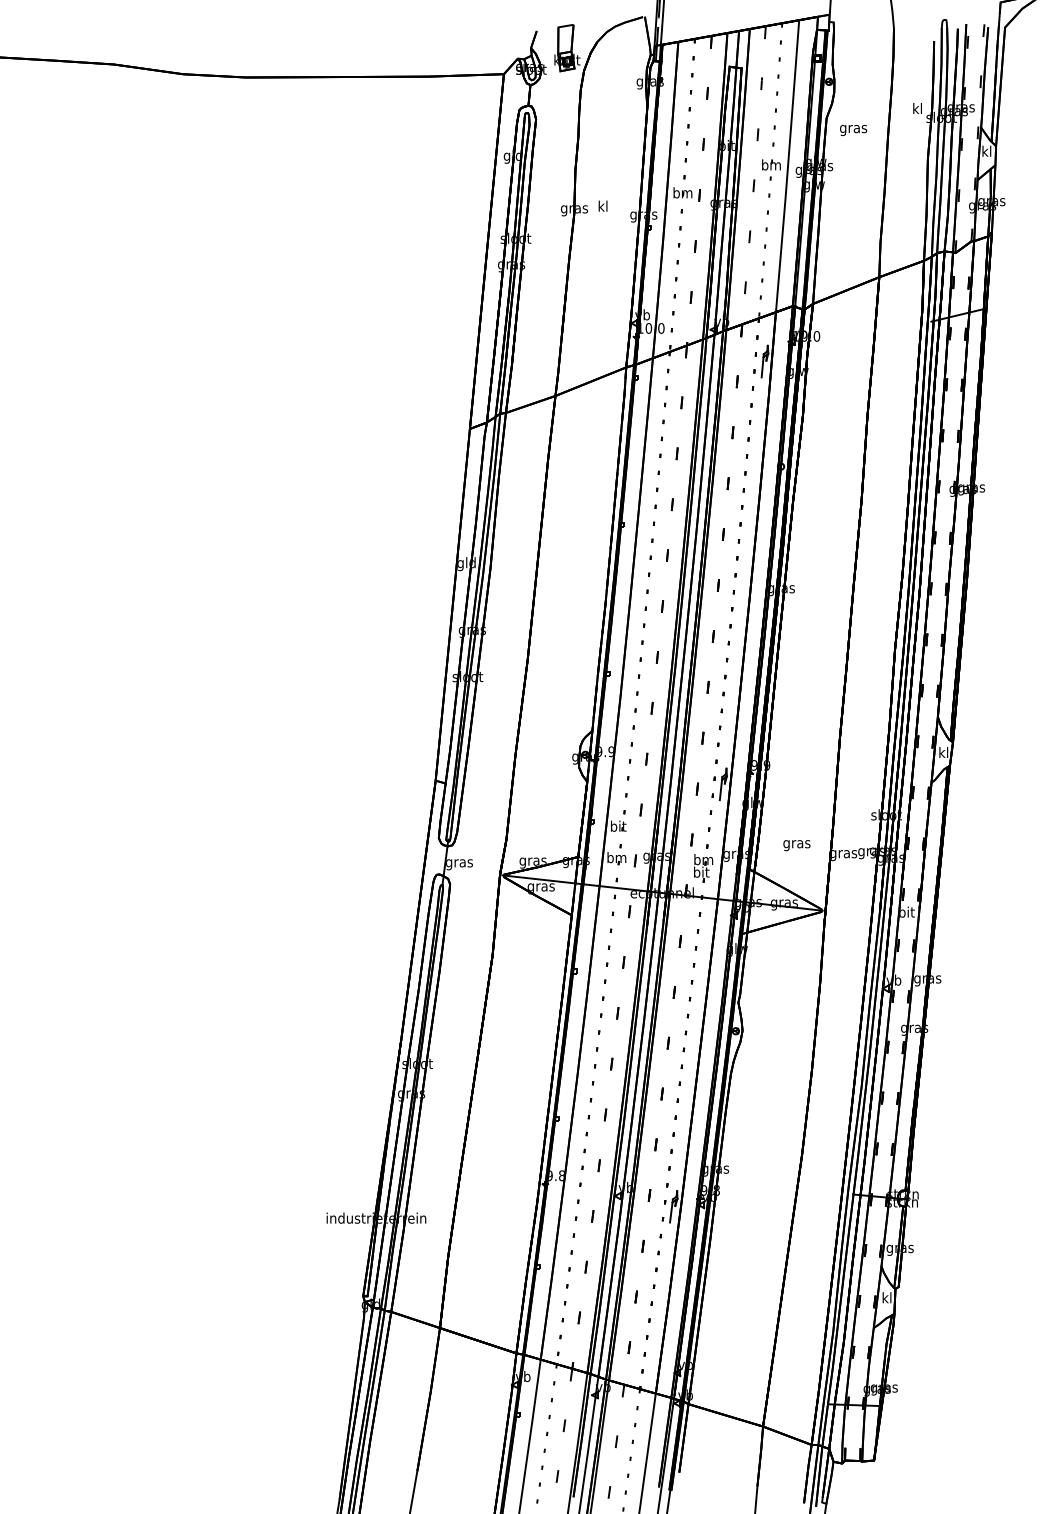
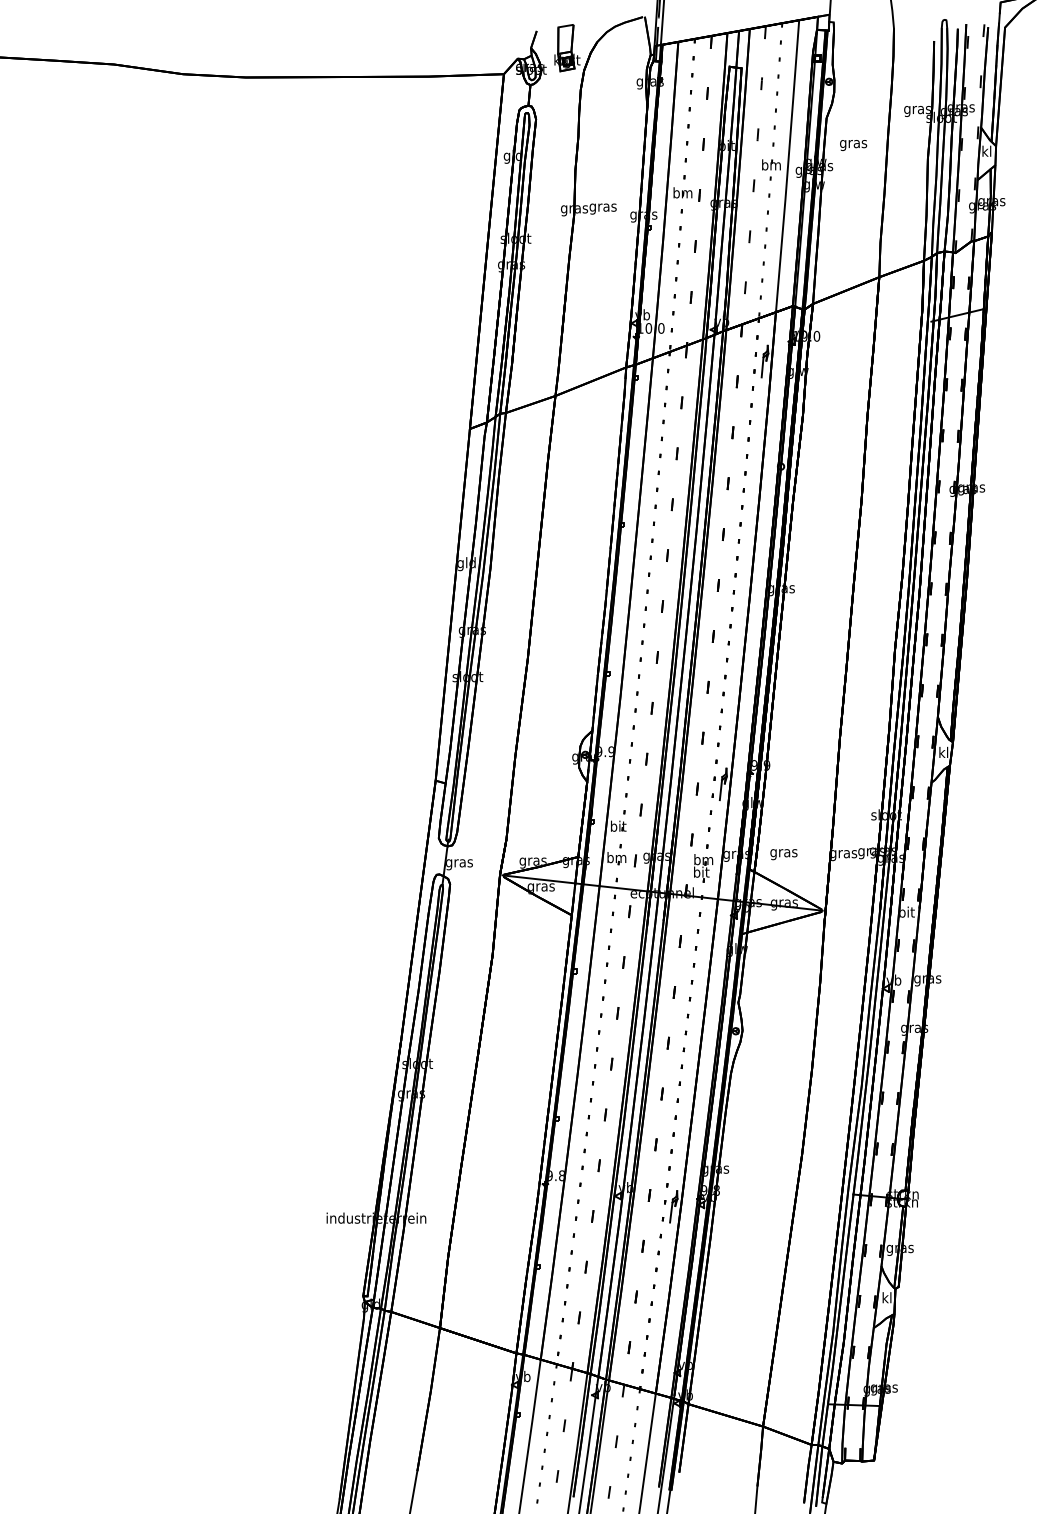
text at (917, 109): kl -> gras
text at (853, 130) position: (853, 130) -> (853, 145)
text at (602, 207): kl -> gras
text at (796, 845) position: (796, 845) -> (783, 854)
